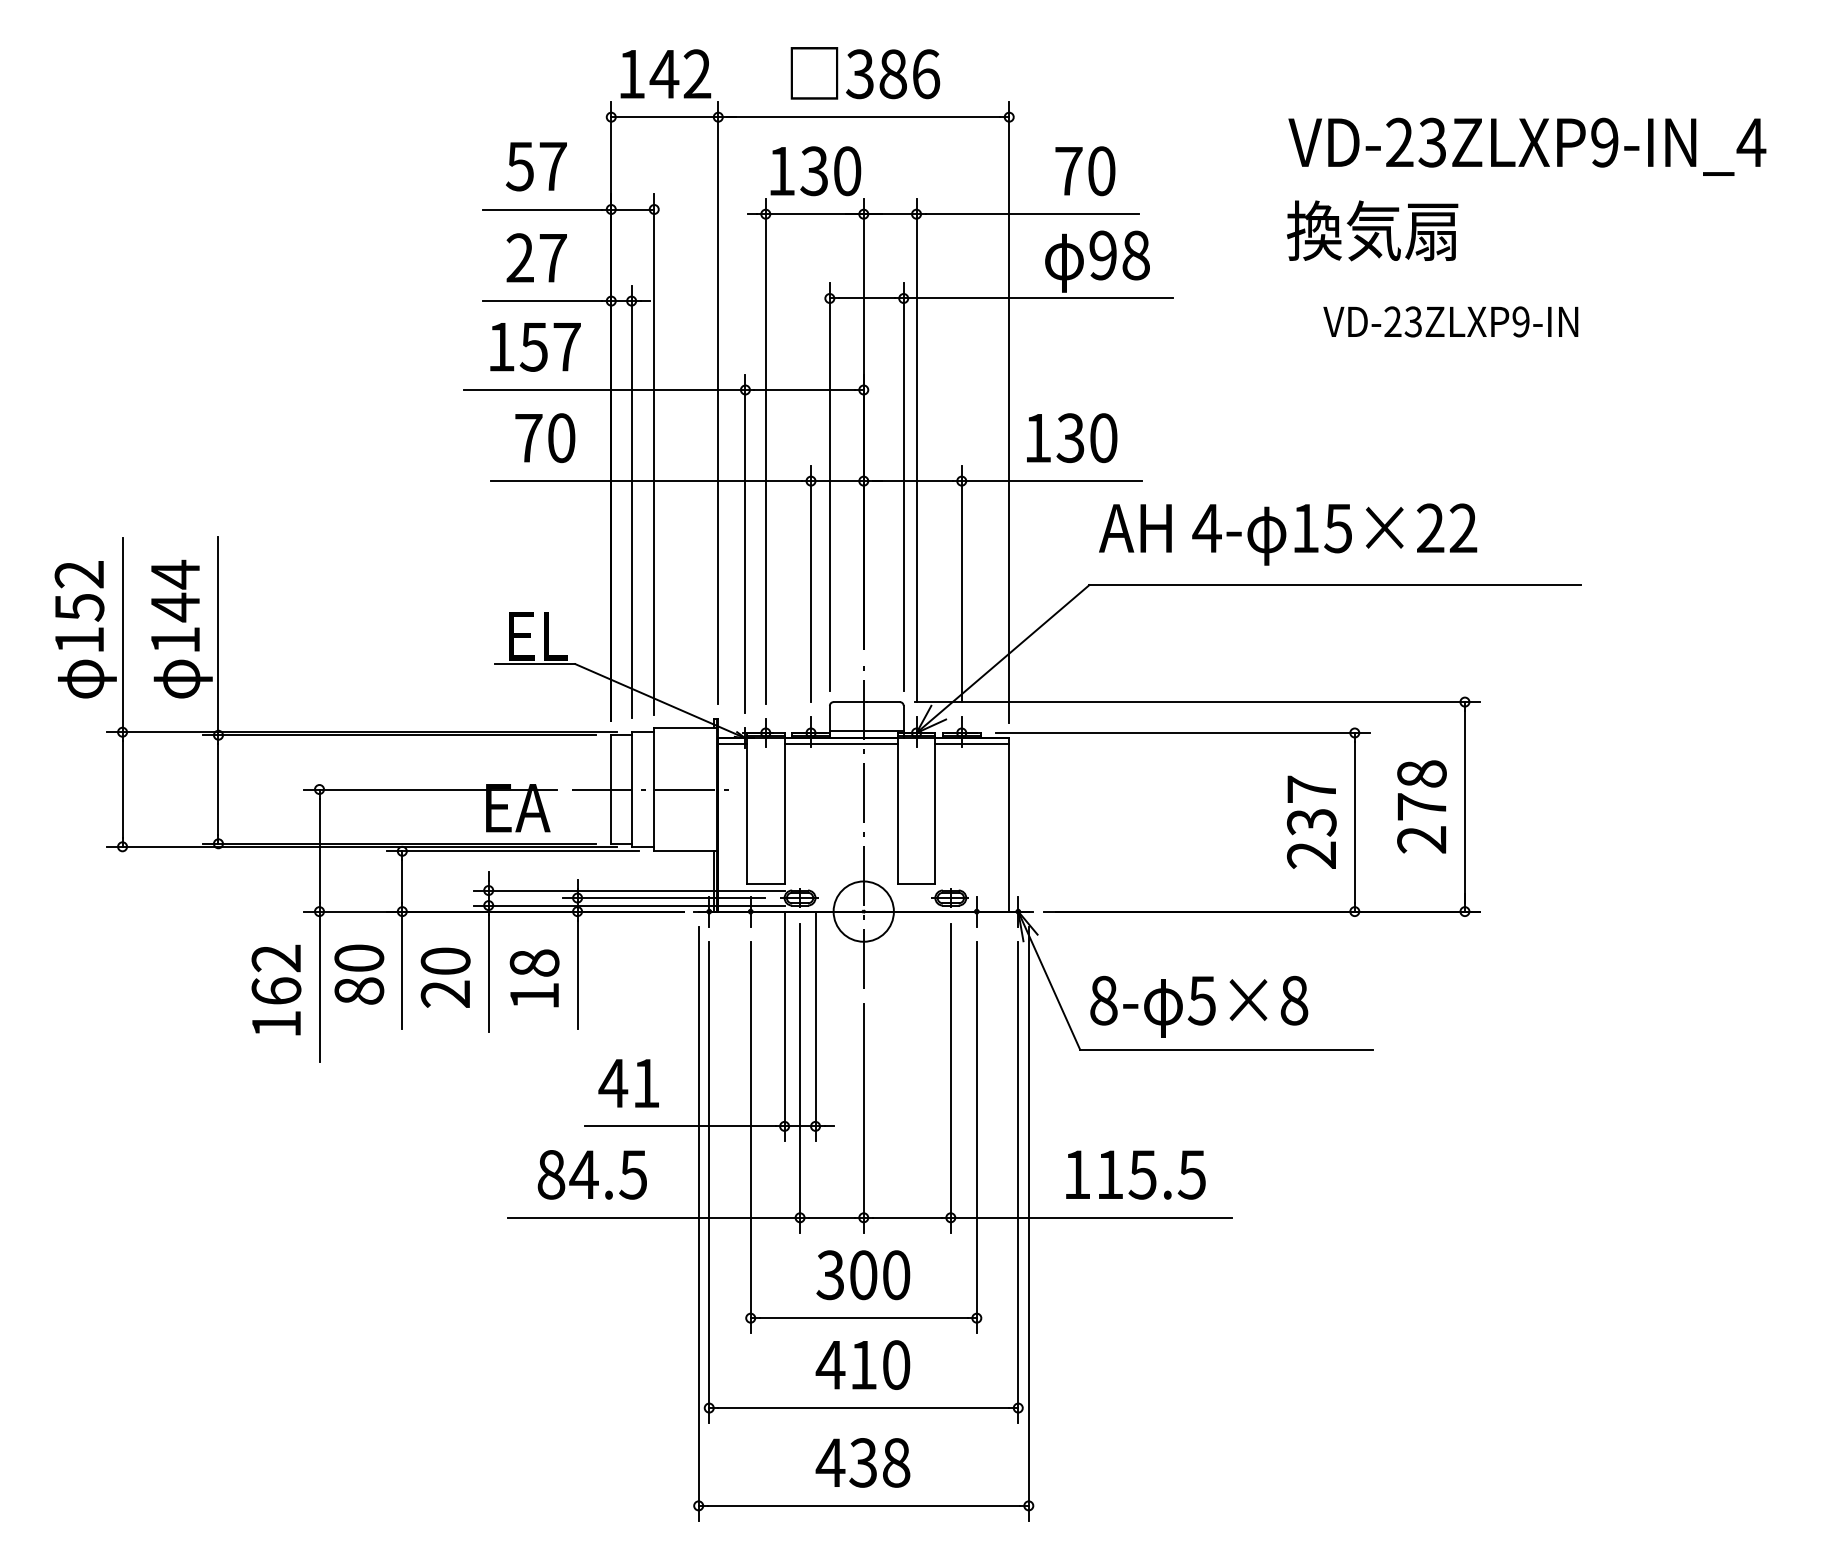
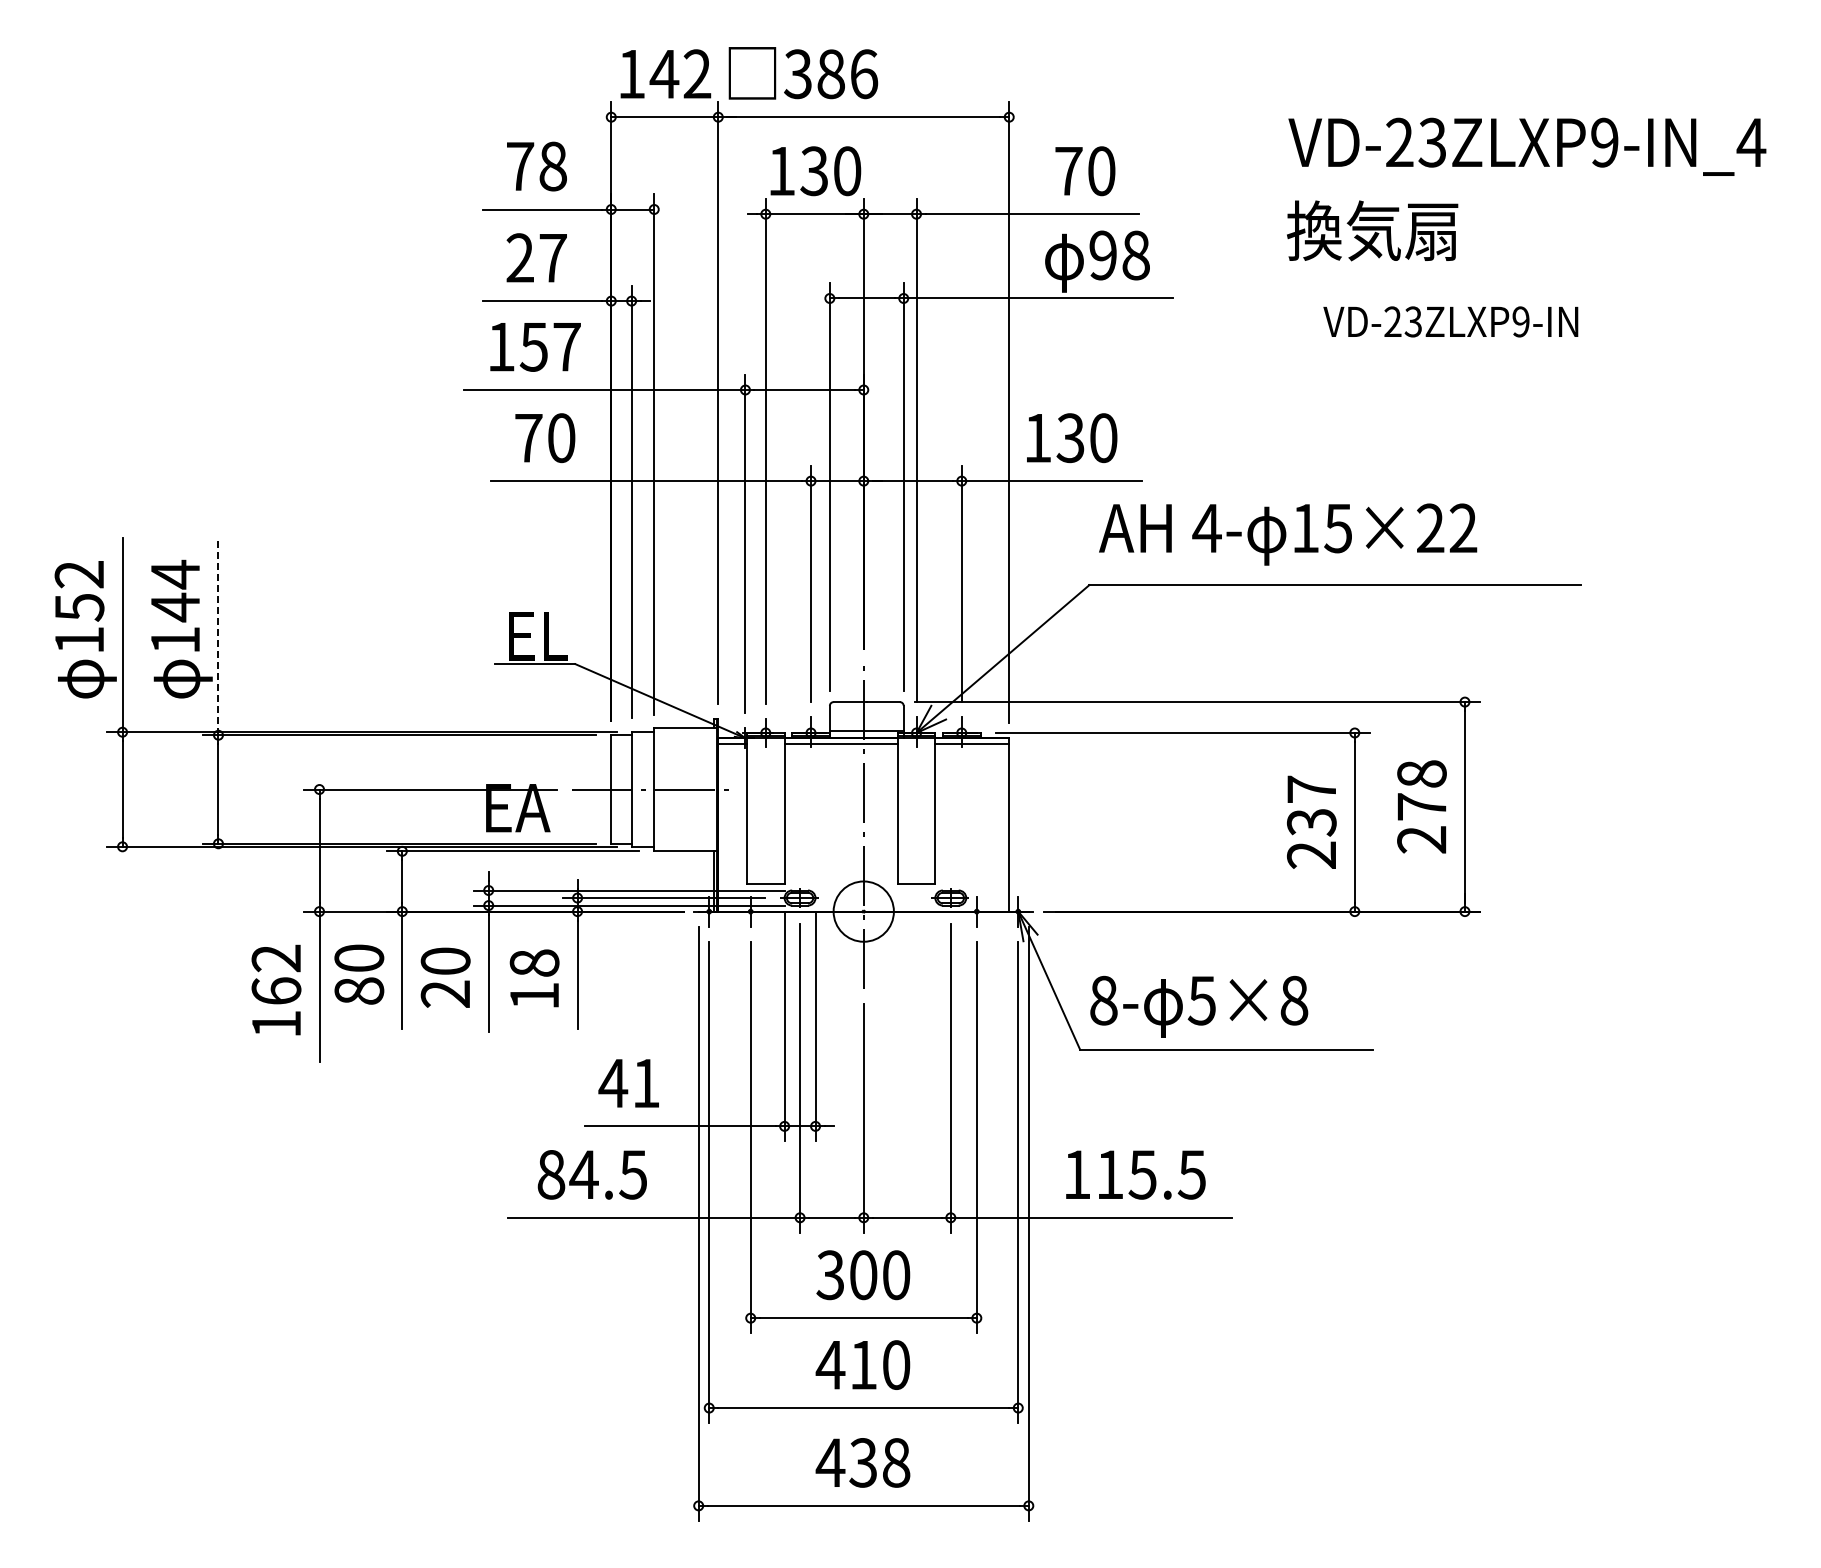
text at (865, 73) position: (865, 73) -> (803, 73)
text at (536, 166): 57 -> 78
line at (218, 635): solid -> dashed
